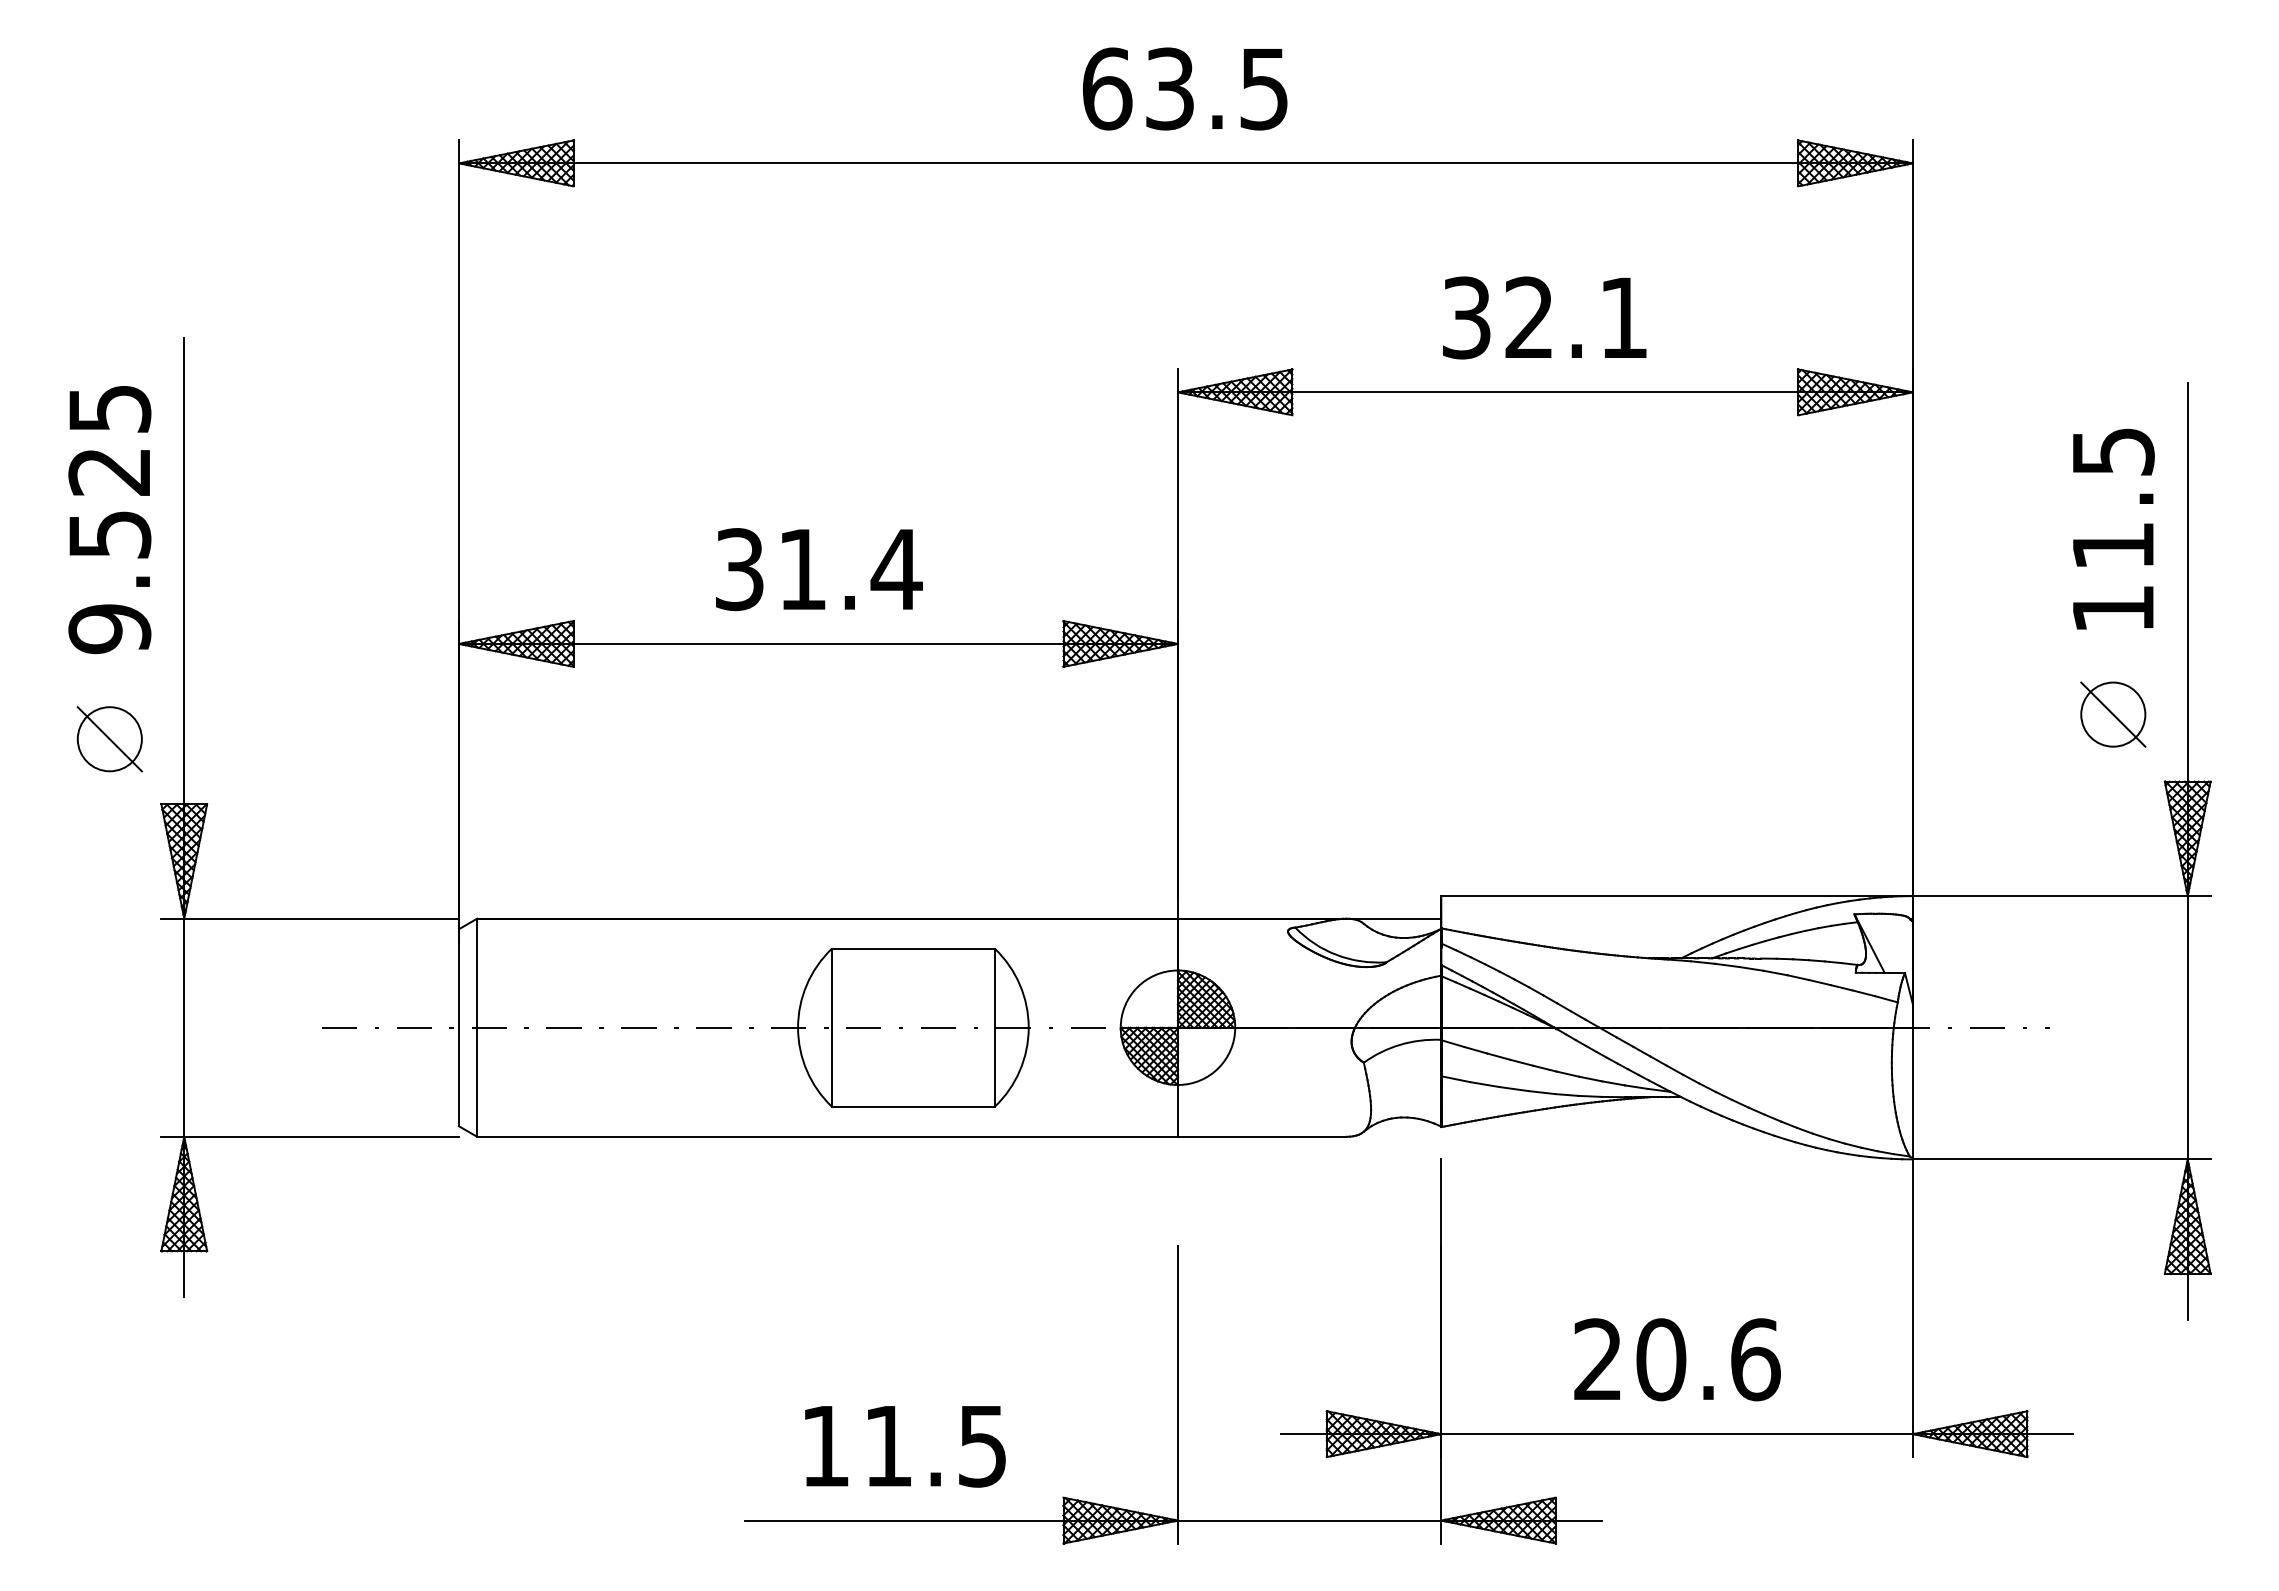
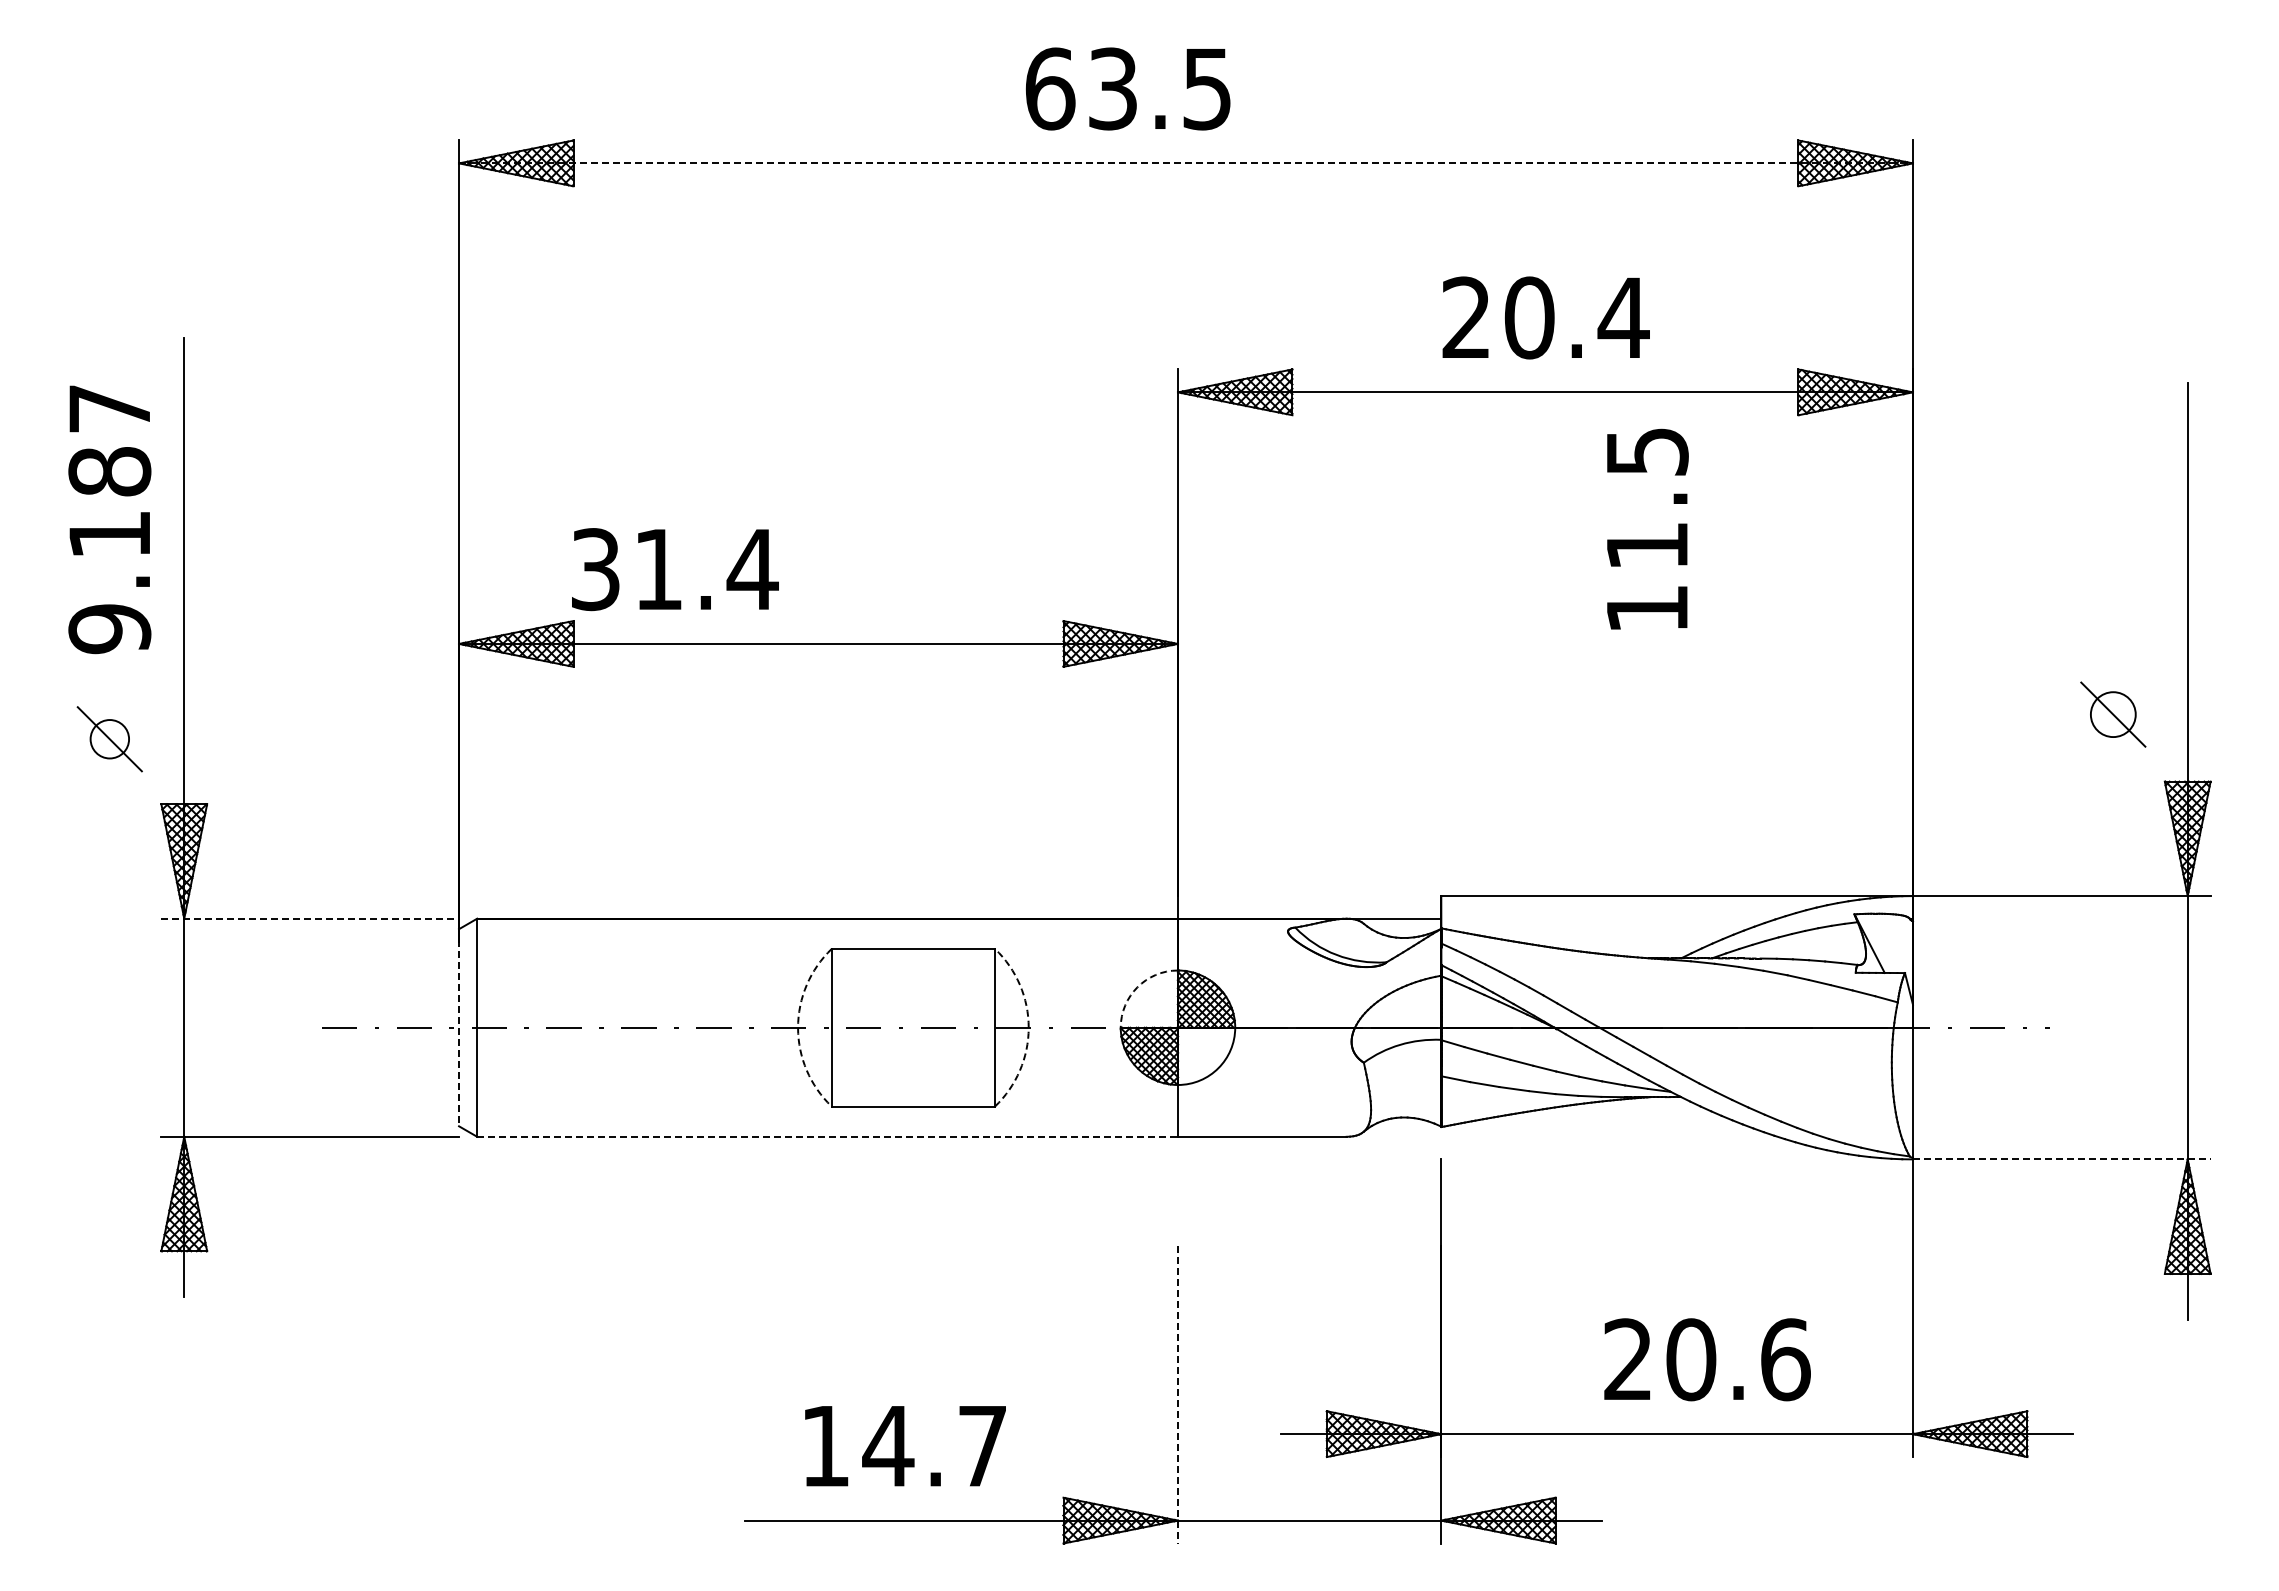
text at (1184, 88) position: (1184, 88) -> (1127, 88)
line at (1186, 163): solid -> dashed
text at (1545, 317): 32.1 -> 20.4
text at (109, 471): 9.525 -> 9.187
text at (2113, 528) position: (2113, 528) -> (1647, 528)
text at (819, 569) position: (819, 569) -> (675, 569)
circle at (2113, 714) diameter: 64 px -> 45 px
circle at (109, 739) diameter: 64 px -> 38 px
line at (310, 918): solid -> dashed
arc at (1137, 987): solid -> dashed
line at (459, 1027): solid -> dashed
arc at (798, 1027): solid -> dashed
arc at (1028, 1027): solid -> dashed
line at (828, 1136): solid -> dashed
line at (2061, 1159): solid -> dashed
text at (1677, 1359) position: (1677, 1359) -> (1707, 1359)
line at (1177, 1394): solid -> dashed
text at (933, 1446): 11.5 -> 14.7
